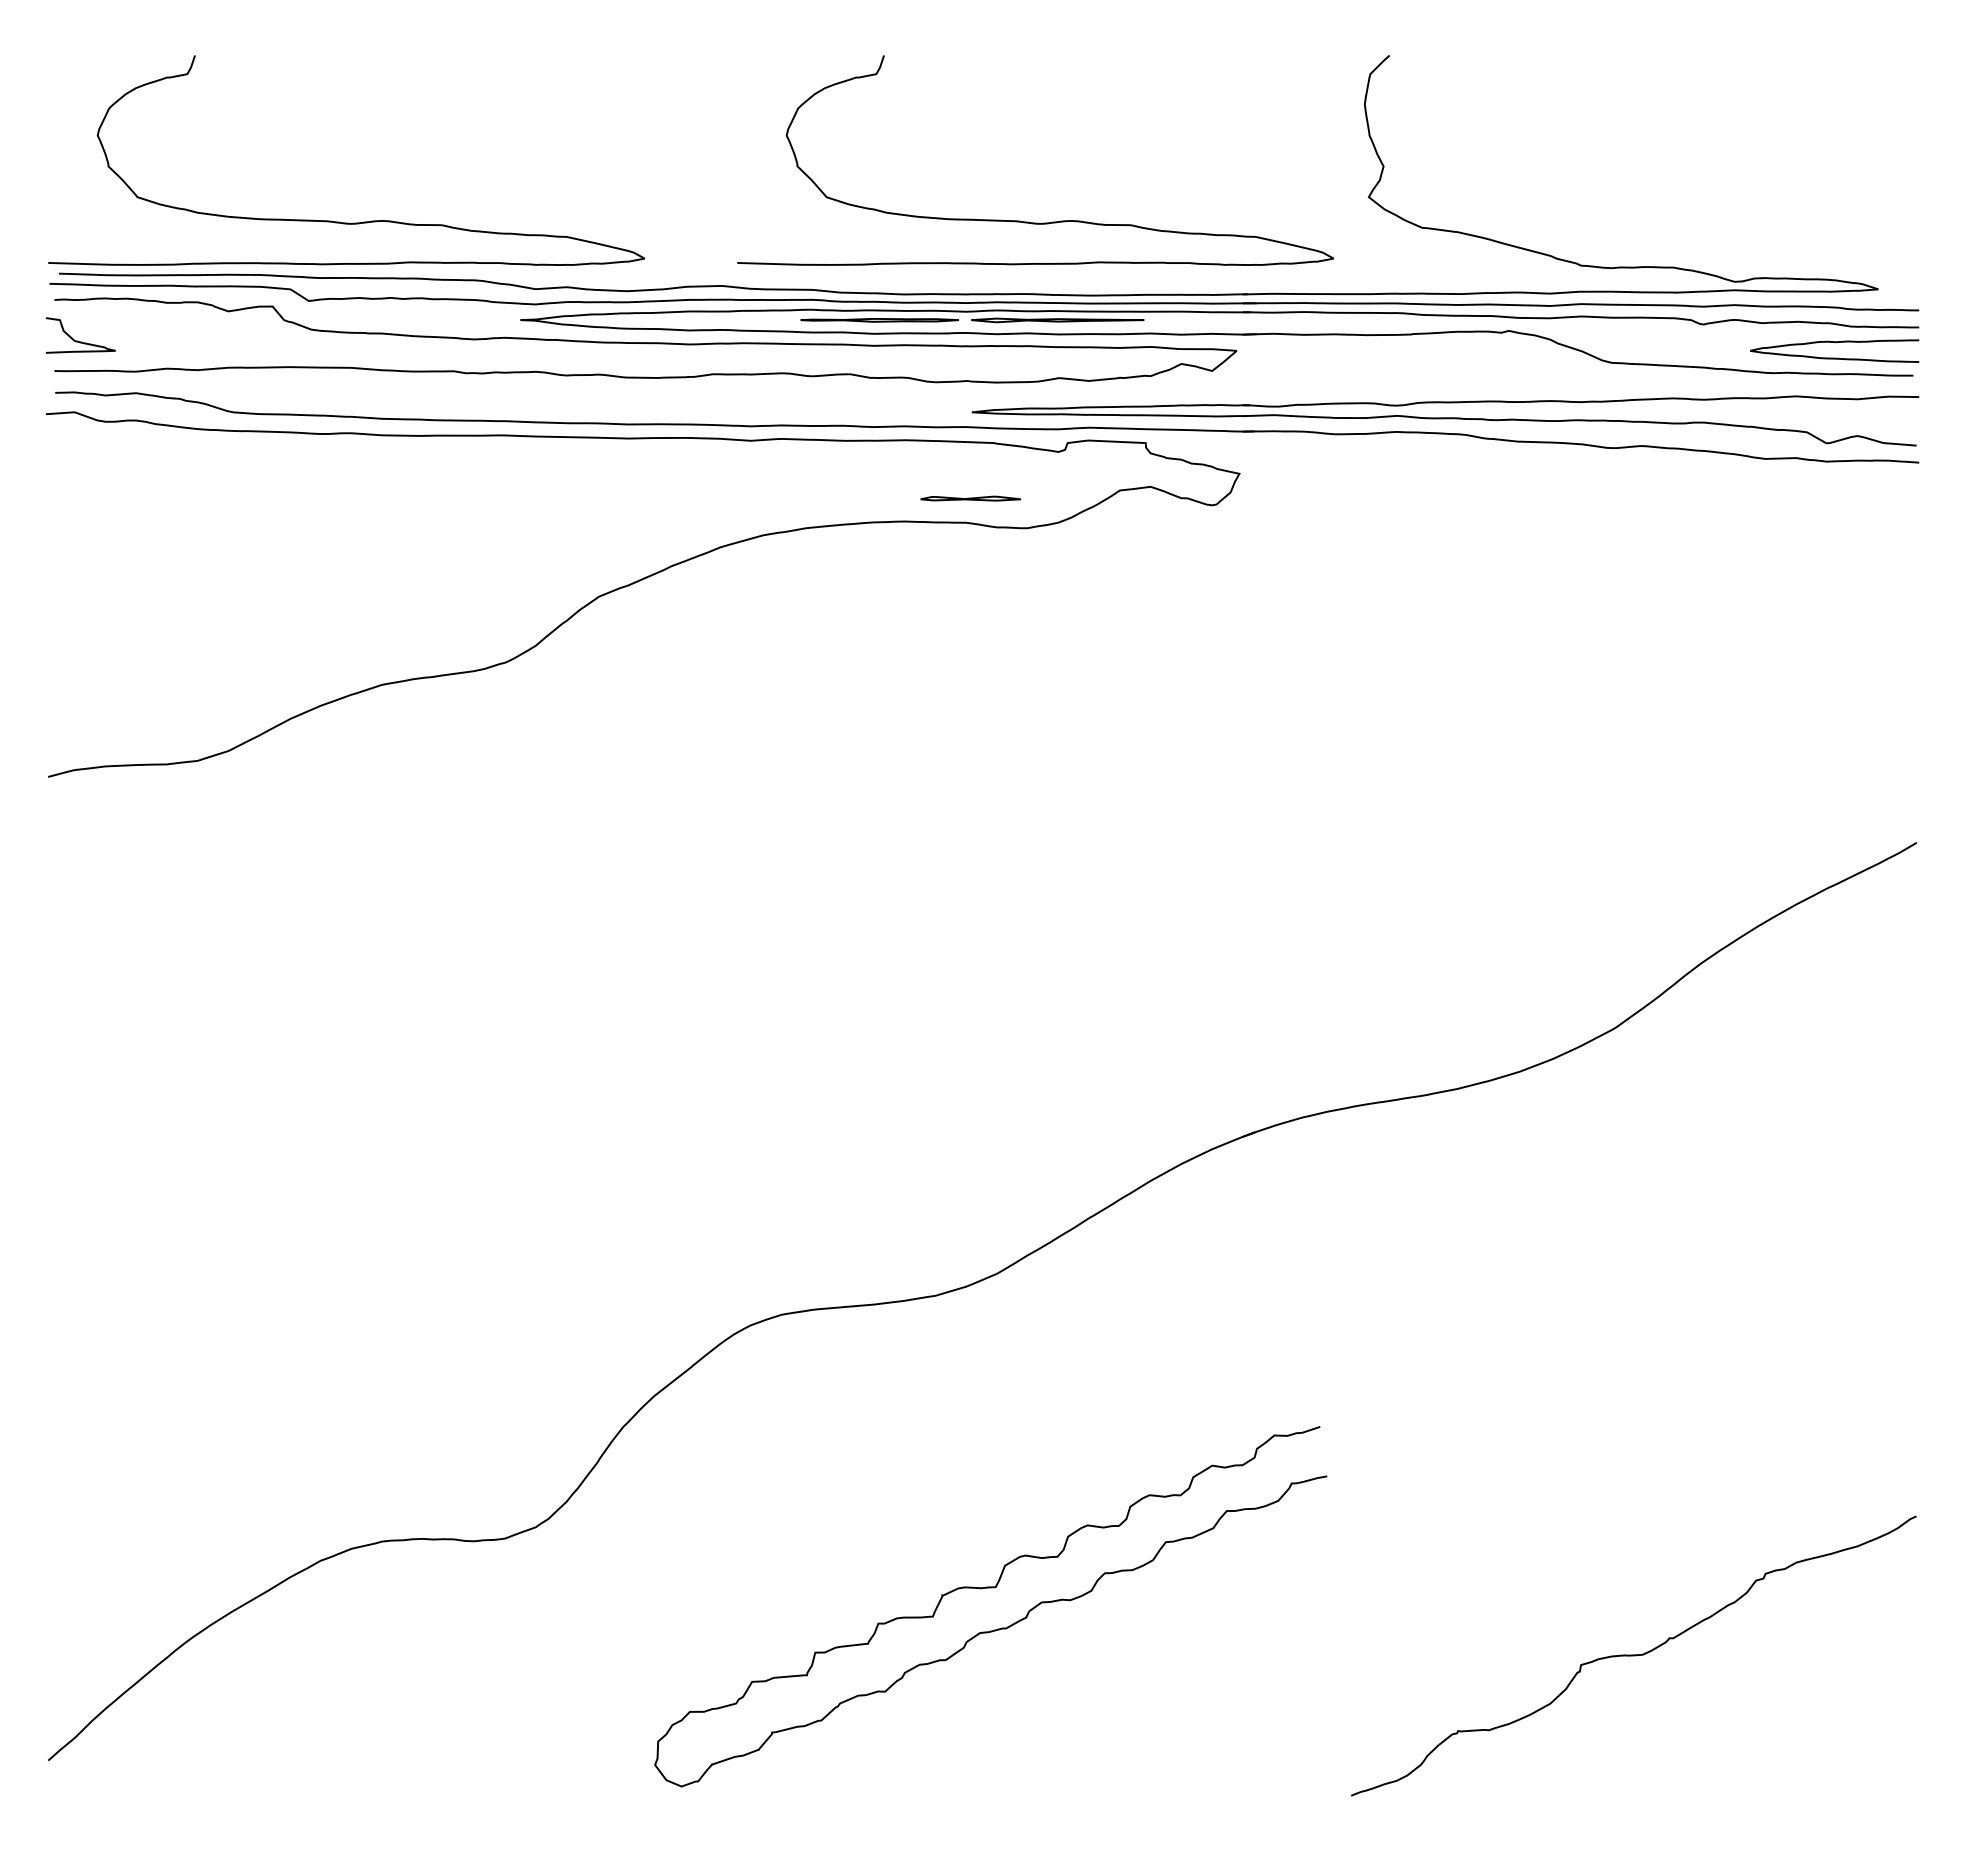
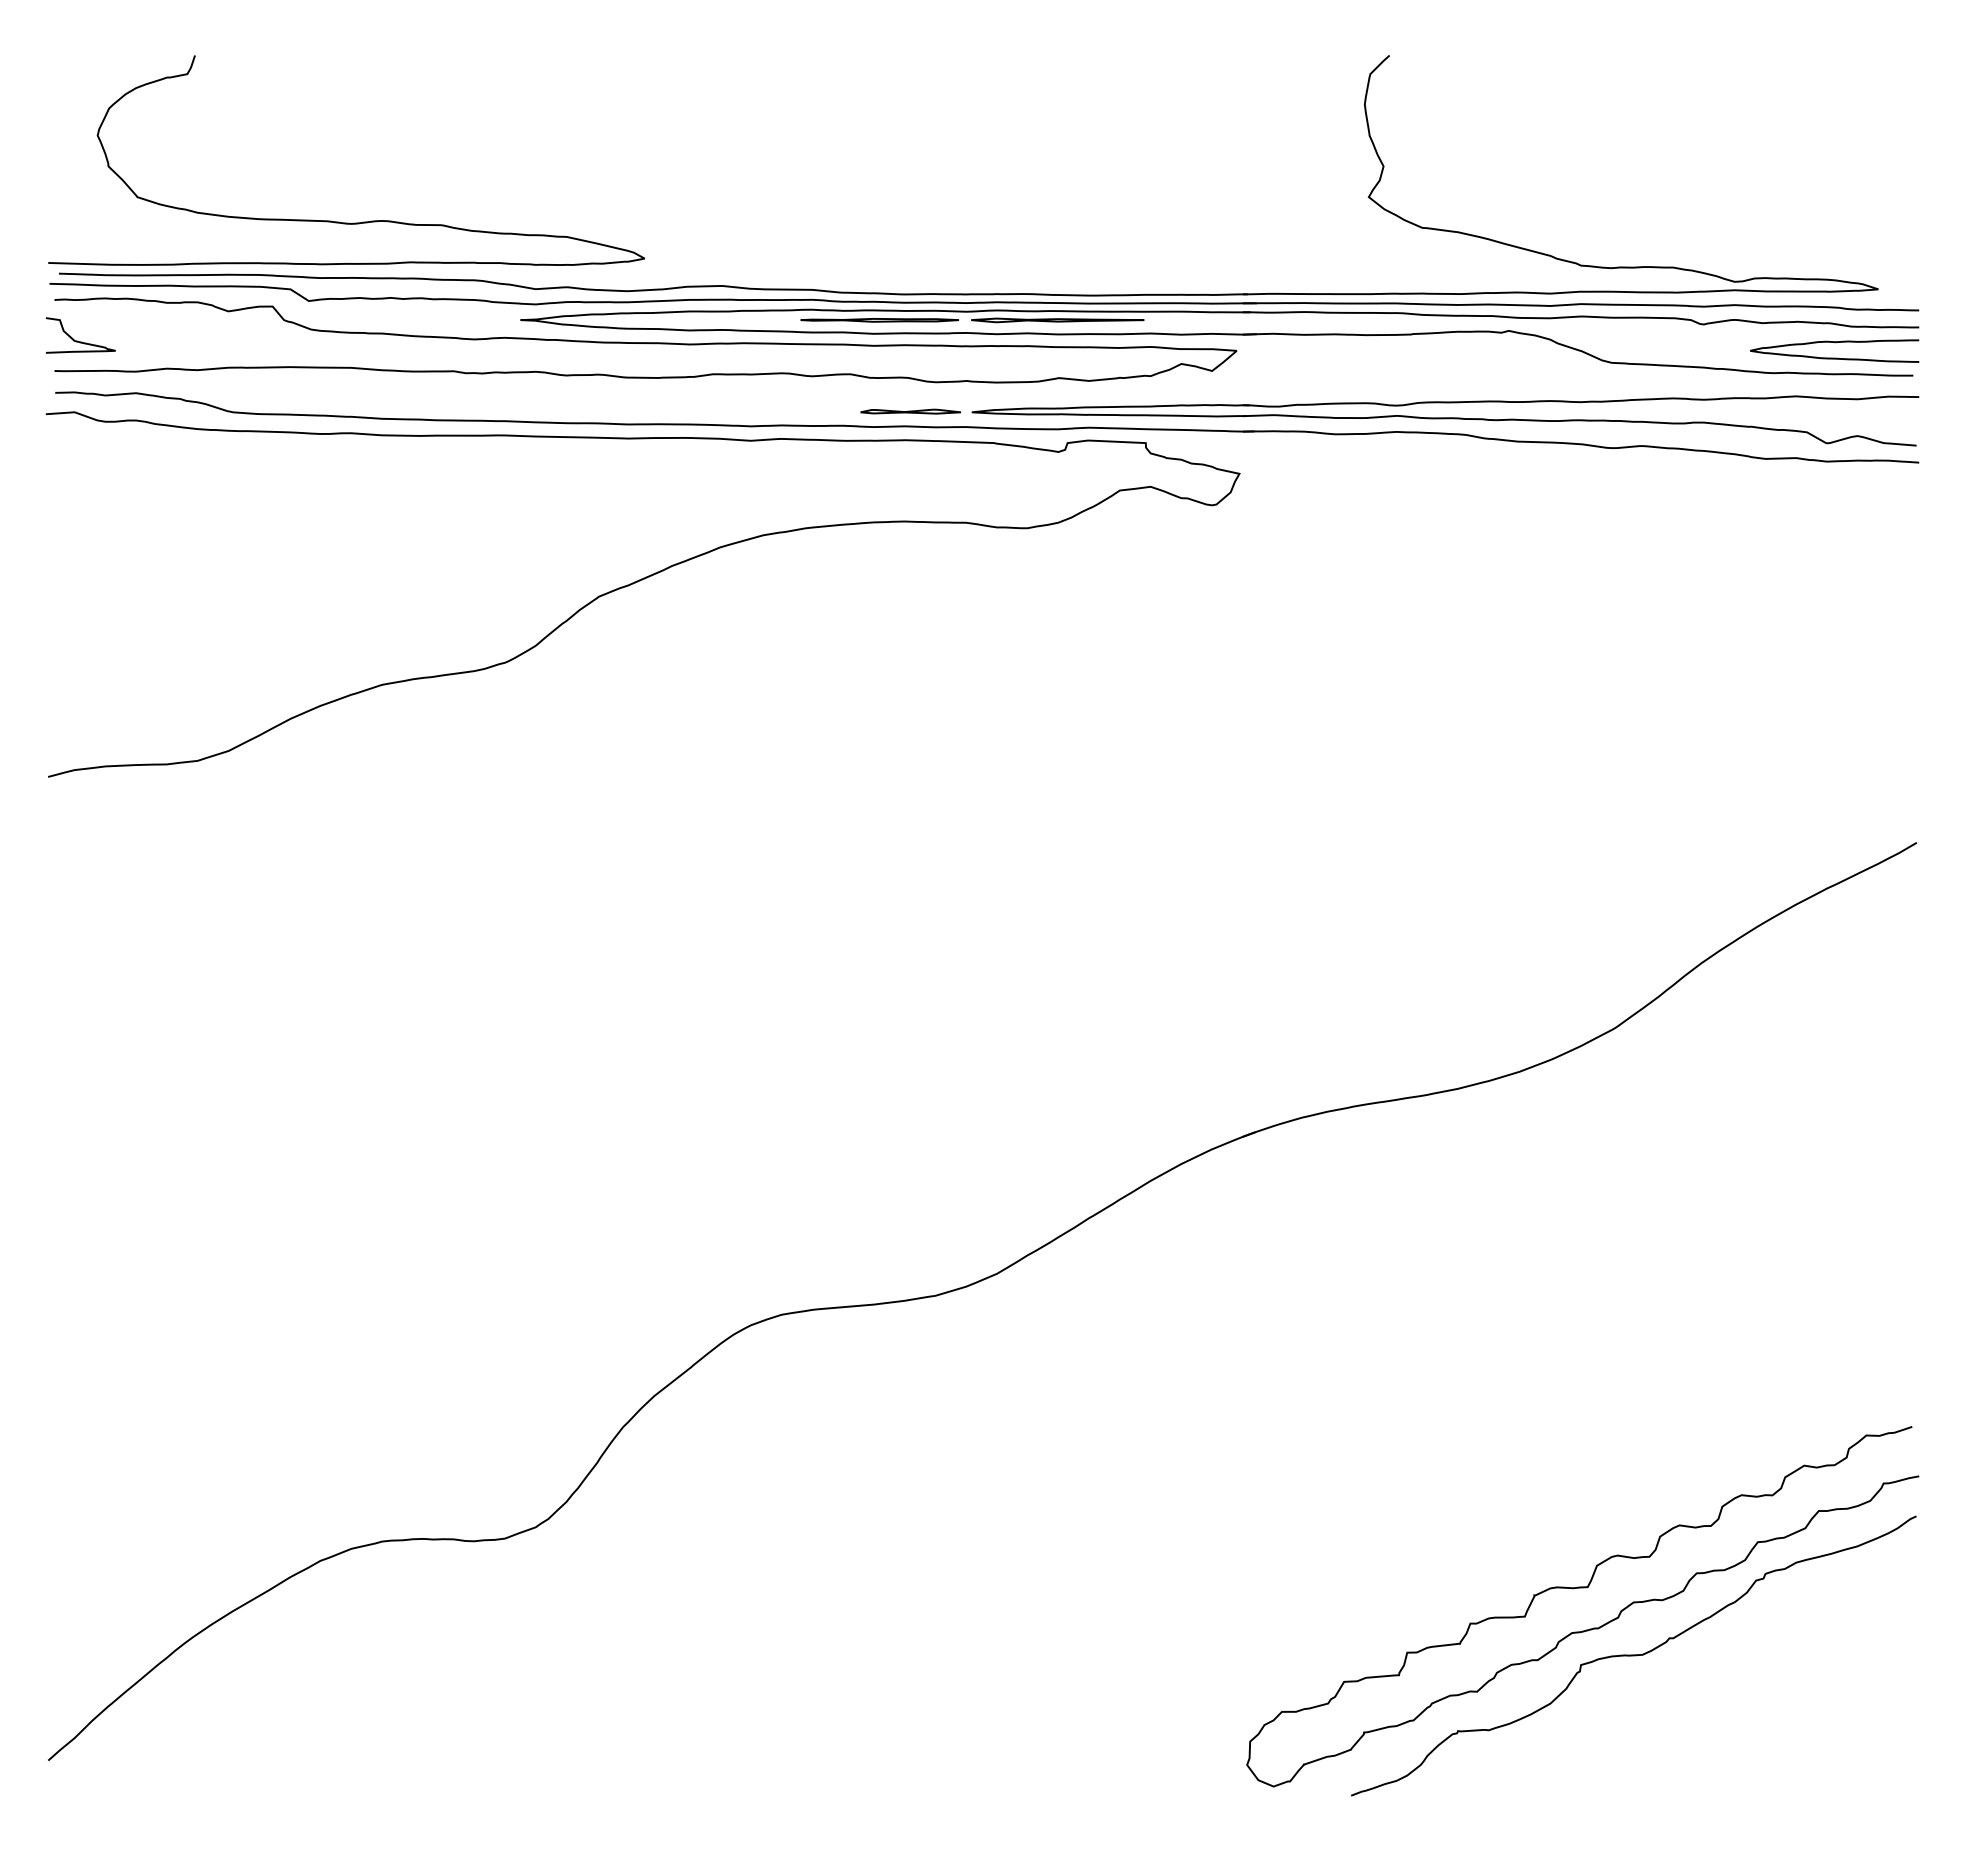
curve at (1028, 221): present -> none
part at (970, 498) position: (970, 498) -> (910, 411)
curve at (990, 1588) position: (990, 1588) -> (1582, 1588)
